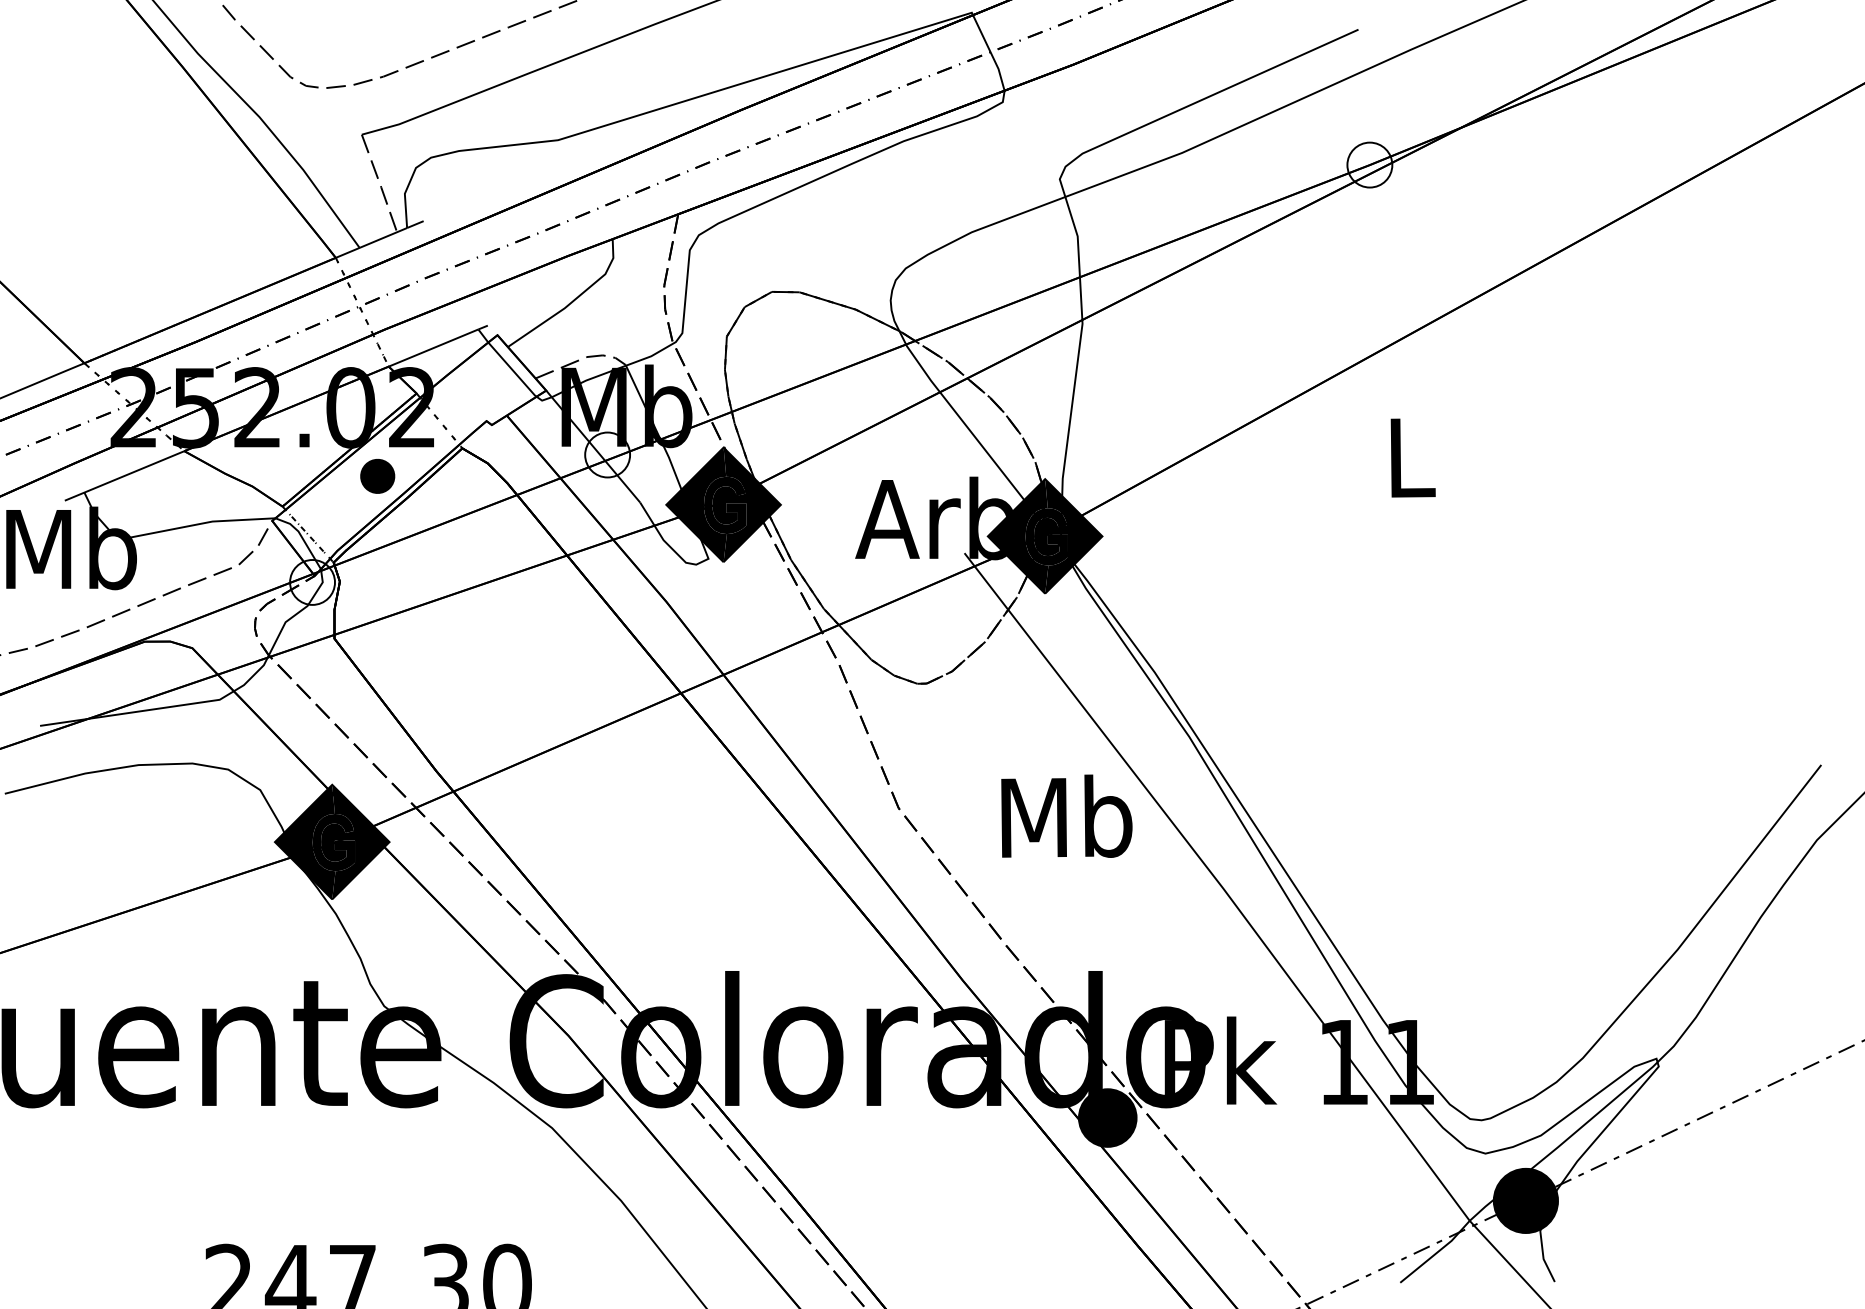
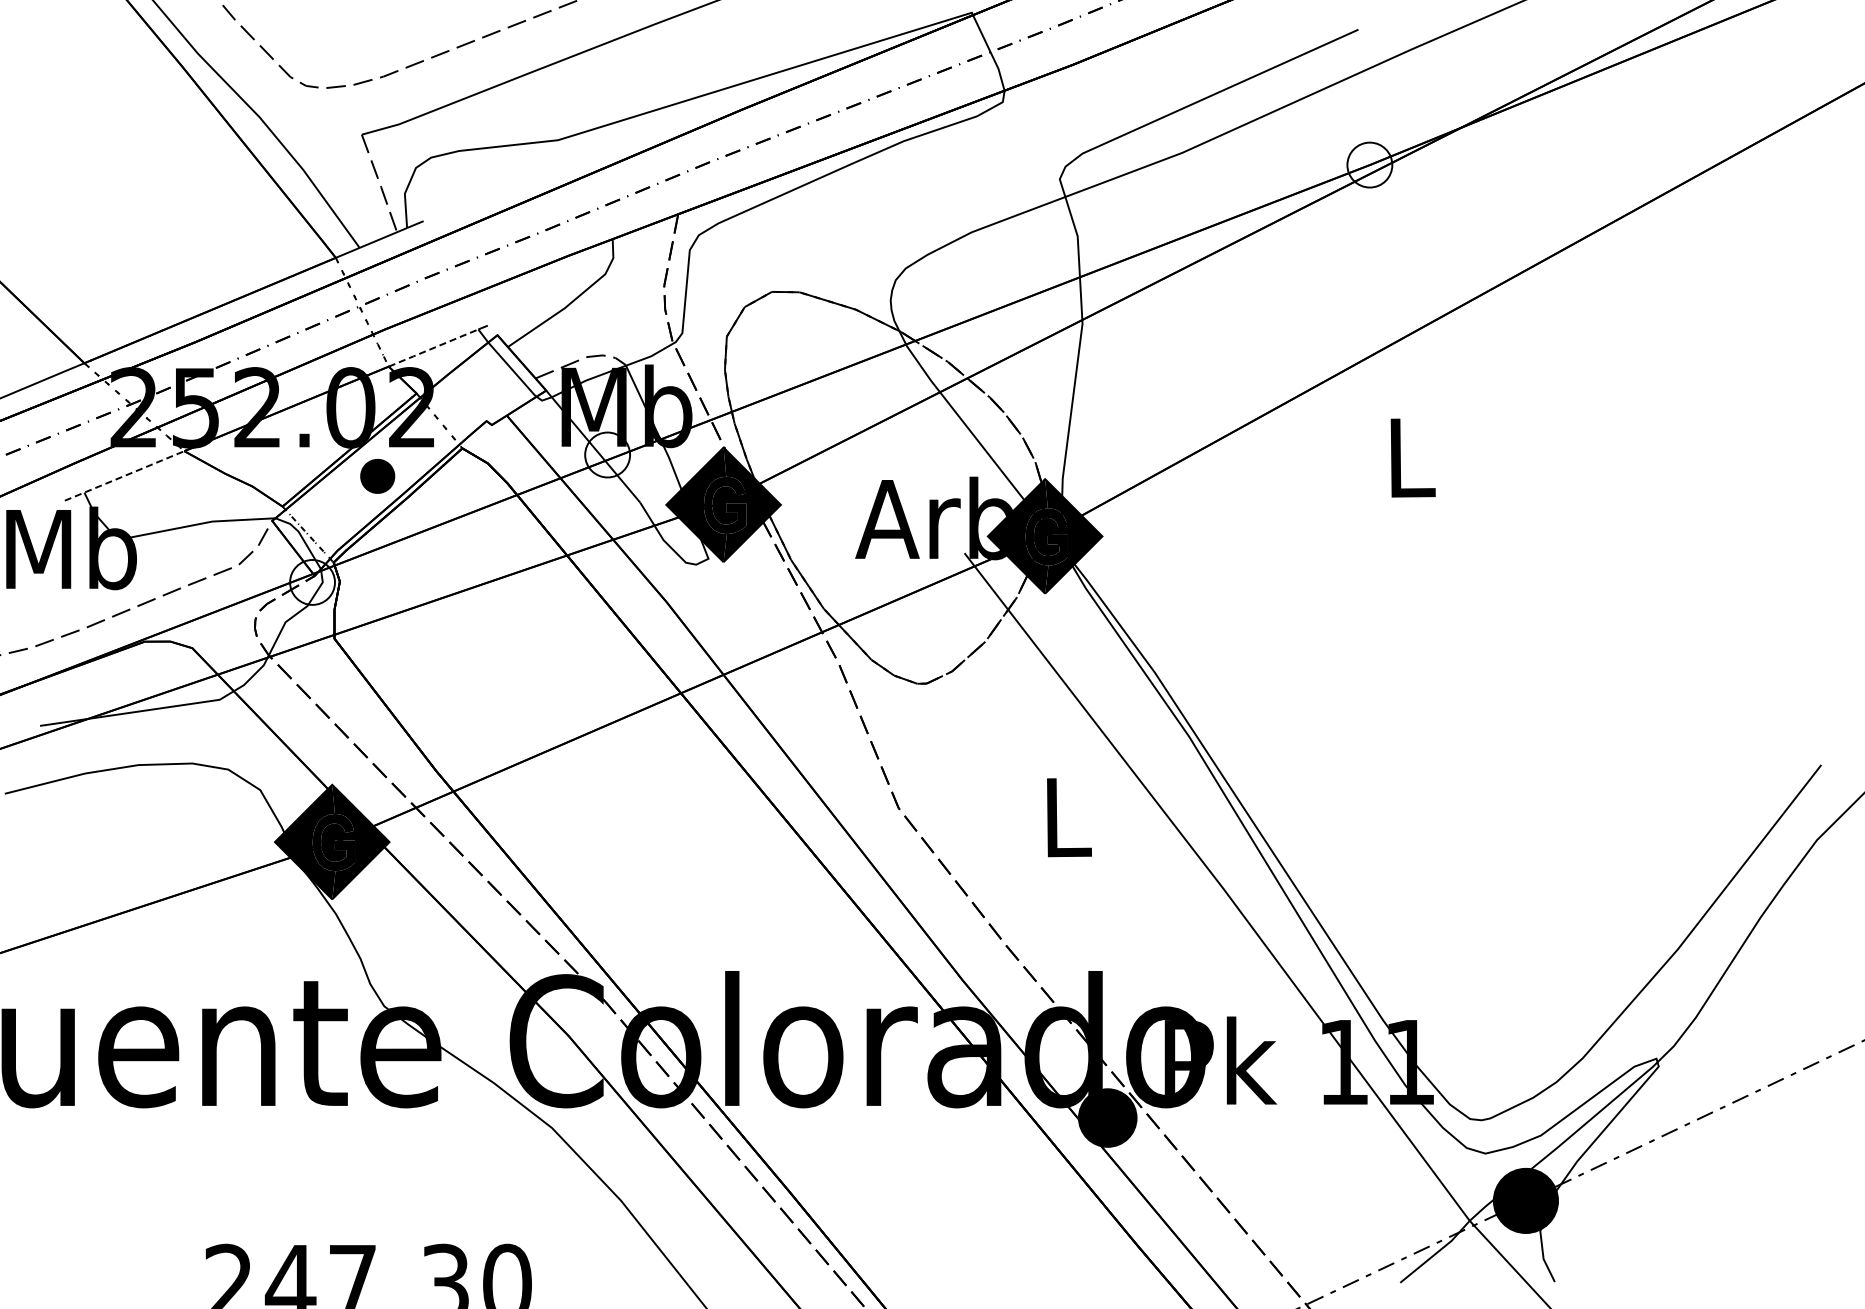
line at (433, 348): solid -> dashed
line at (125, 475): solid -> dashed
text at (1066, 815): Mb -> L
